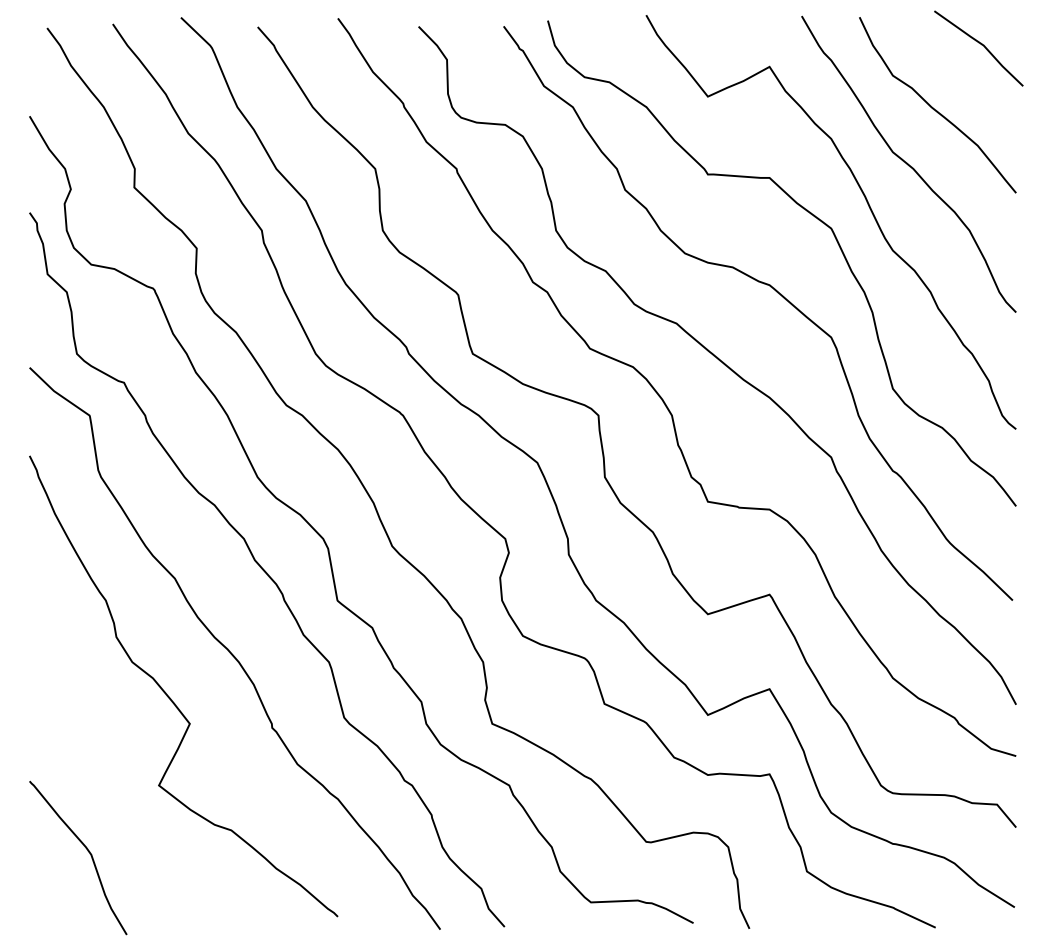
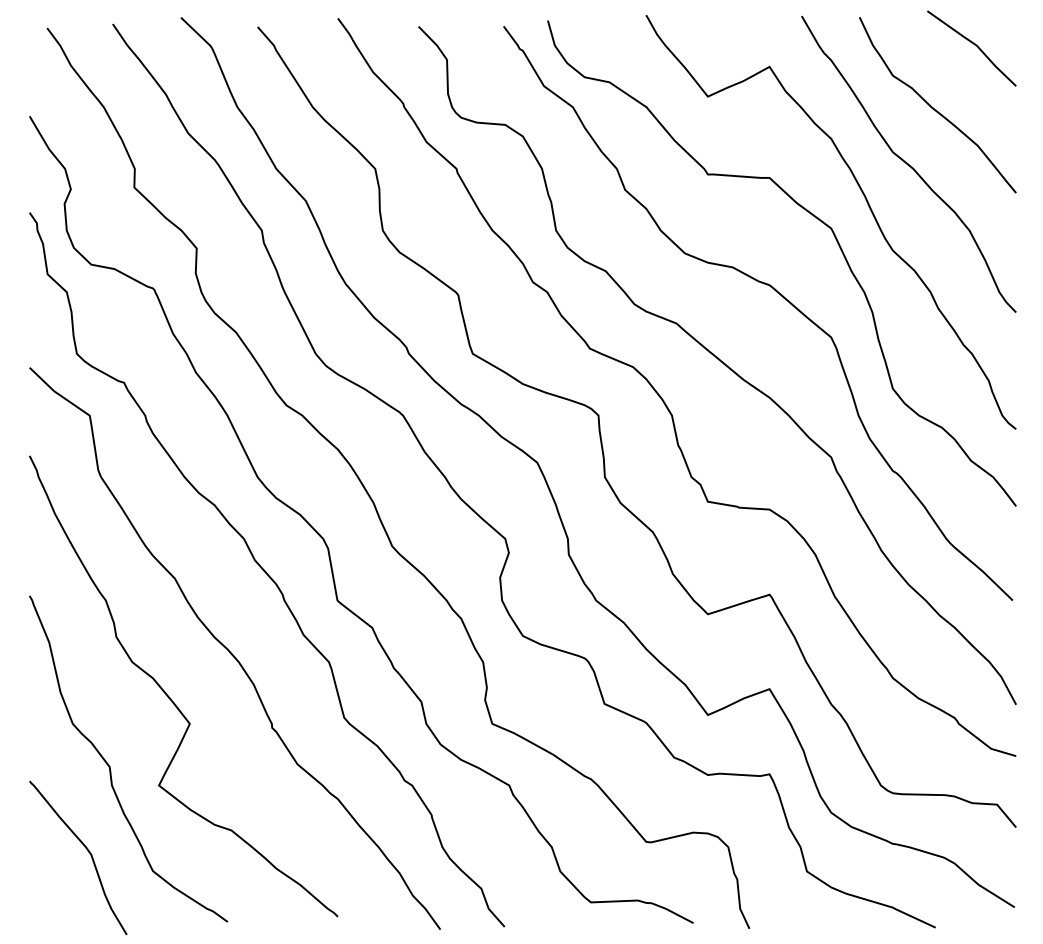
curve at (981, 45) position: (981, 45) -> (974, 45)
curve at (110, 766): none -> present
